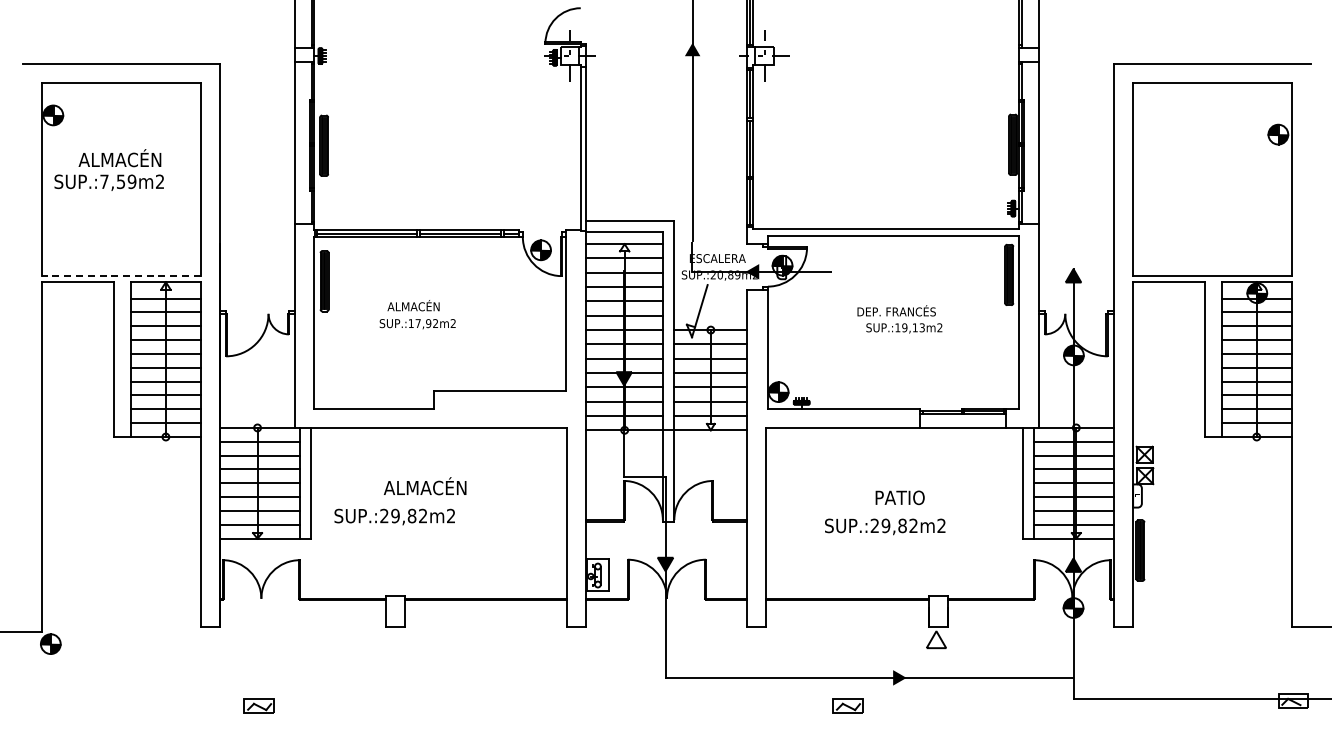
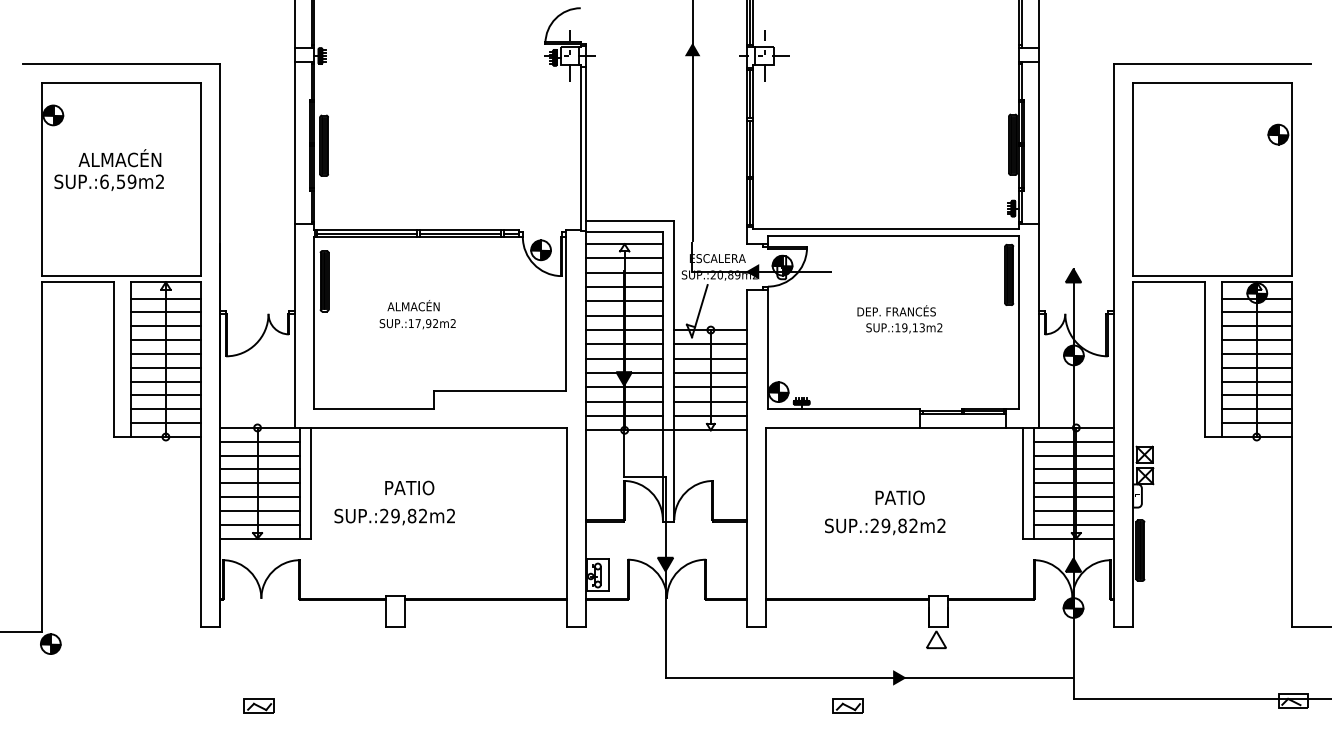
text at (104, 181): SUP.:7,59m2 -> SUP.:6,59m2
line at (121, 275): dashed -> solid
text at (424, 486): ALMACÉN -> PATIO
